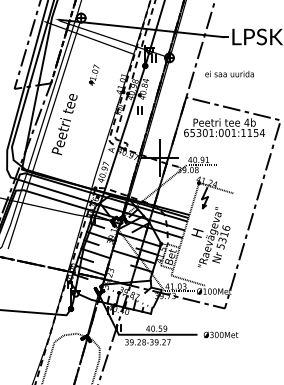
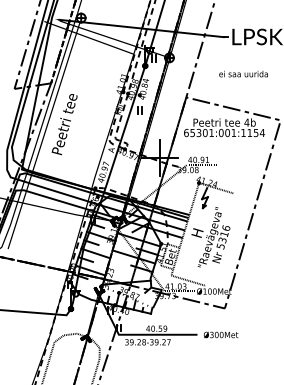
text at (229, 73) position: (229, 73) -> (243, 73)
part at (94, 74): present -> none
